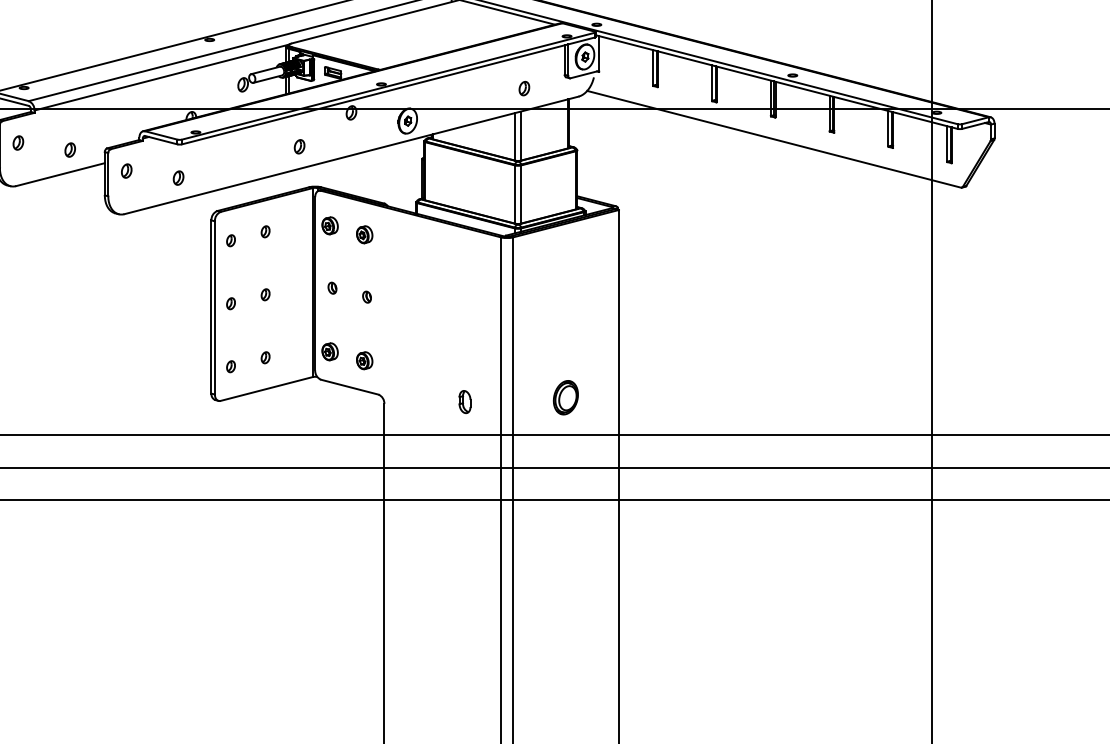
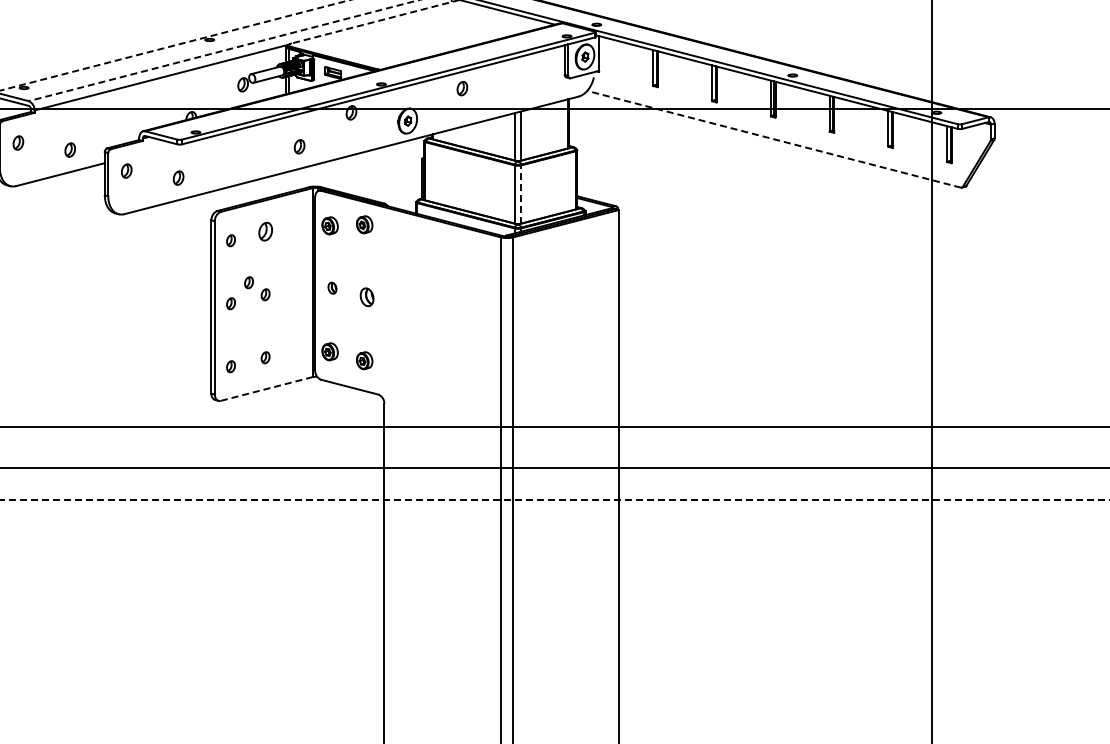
line at (375, 21): solid -> dashed
line at (175, 45): solid -> dashed
line at (223, 50): solid -> dashed
part at (524, 88) position: (524, 88) -> (462, 88)
line at (773, 139): solid -> dashed
line at (520, 194): solid -> dashed
part at (265, 231) size: 11x14 px -> 15x21 px
part at (364, 234) position: (364, 234) -> (364, 224)
part at (248, 282): none -> present
part at (366, 296) size: 10x14 px -> 16x21 px
line at (266, 388): solid -> dashed
part at (565, 397): present -> none
part at (464, 402): present -> none
line at (554, 435) position: (554, 435) -> (554, 427)
line at (555, 500): solid -> dashed
